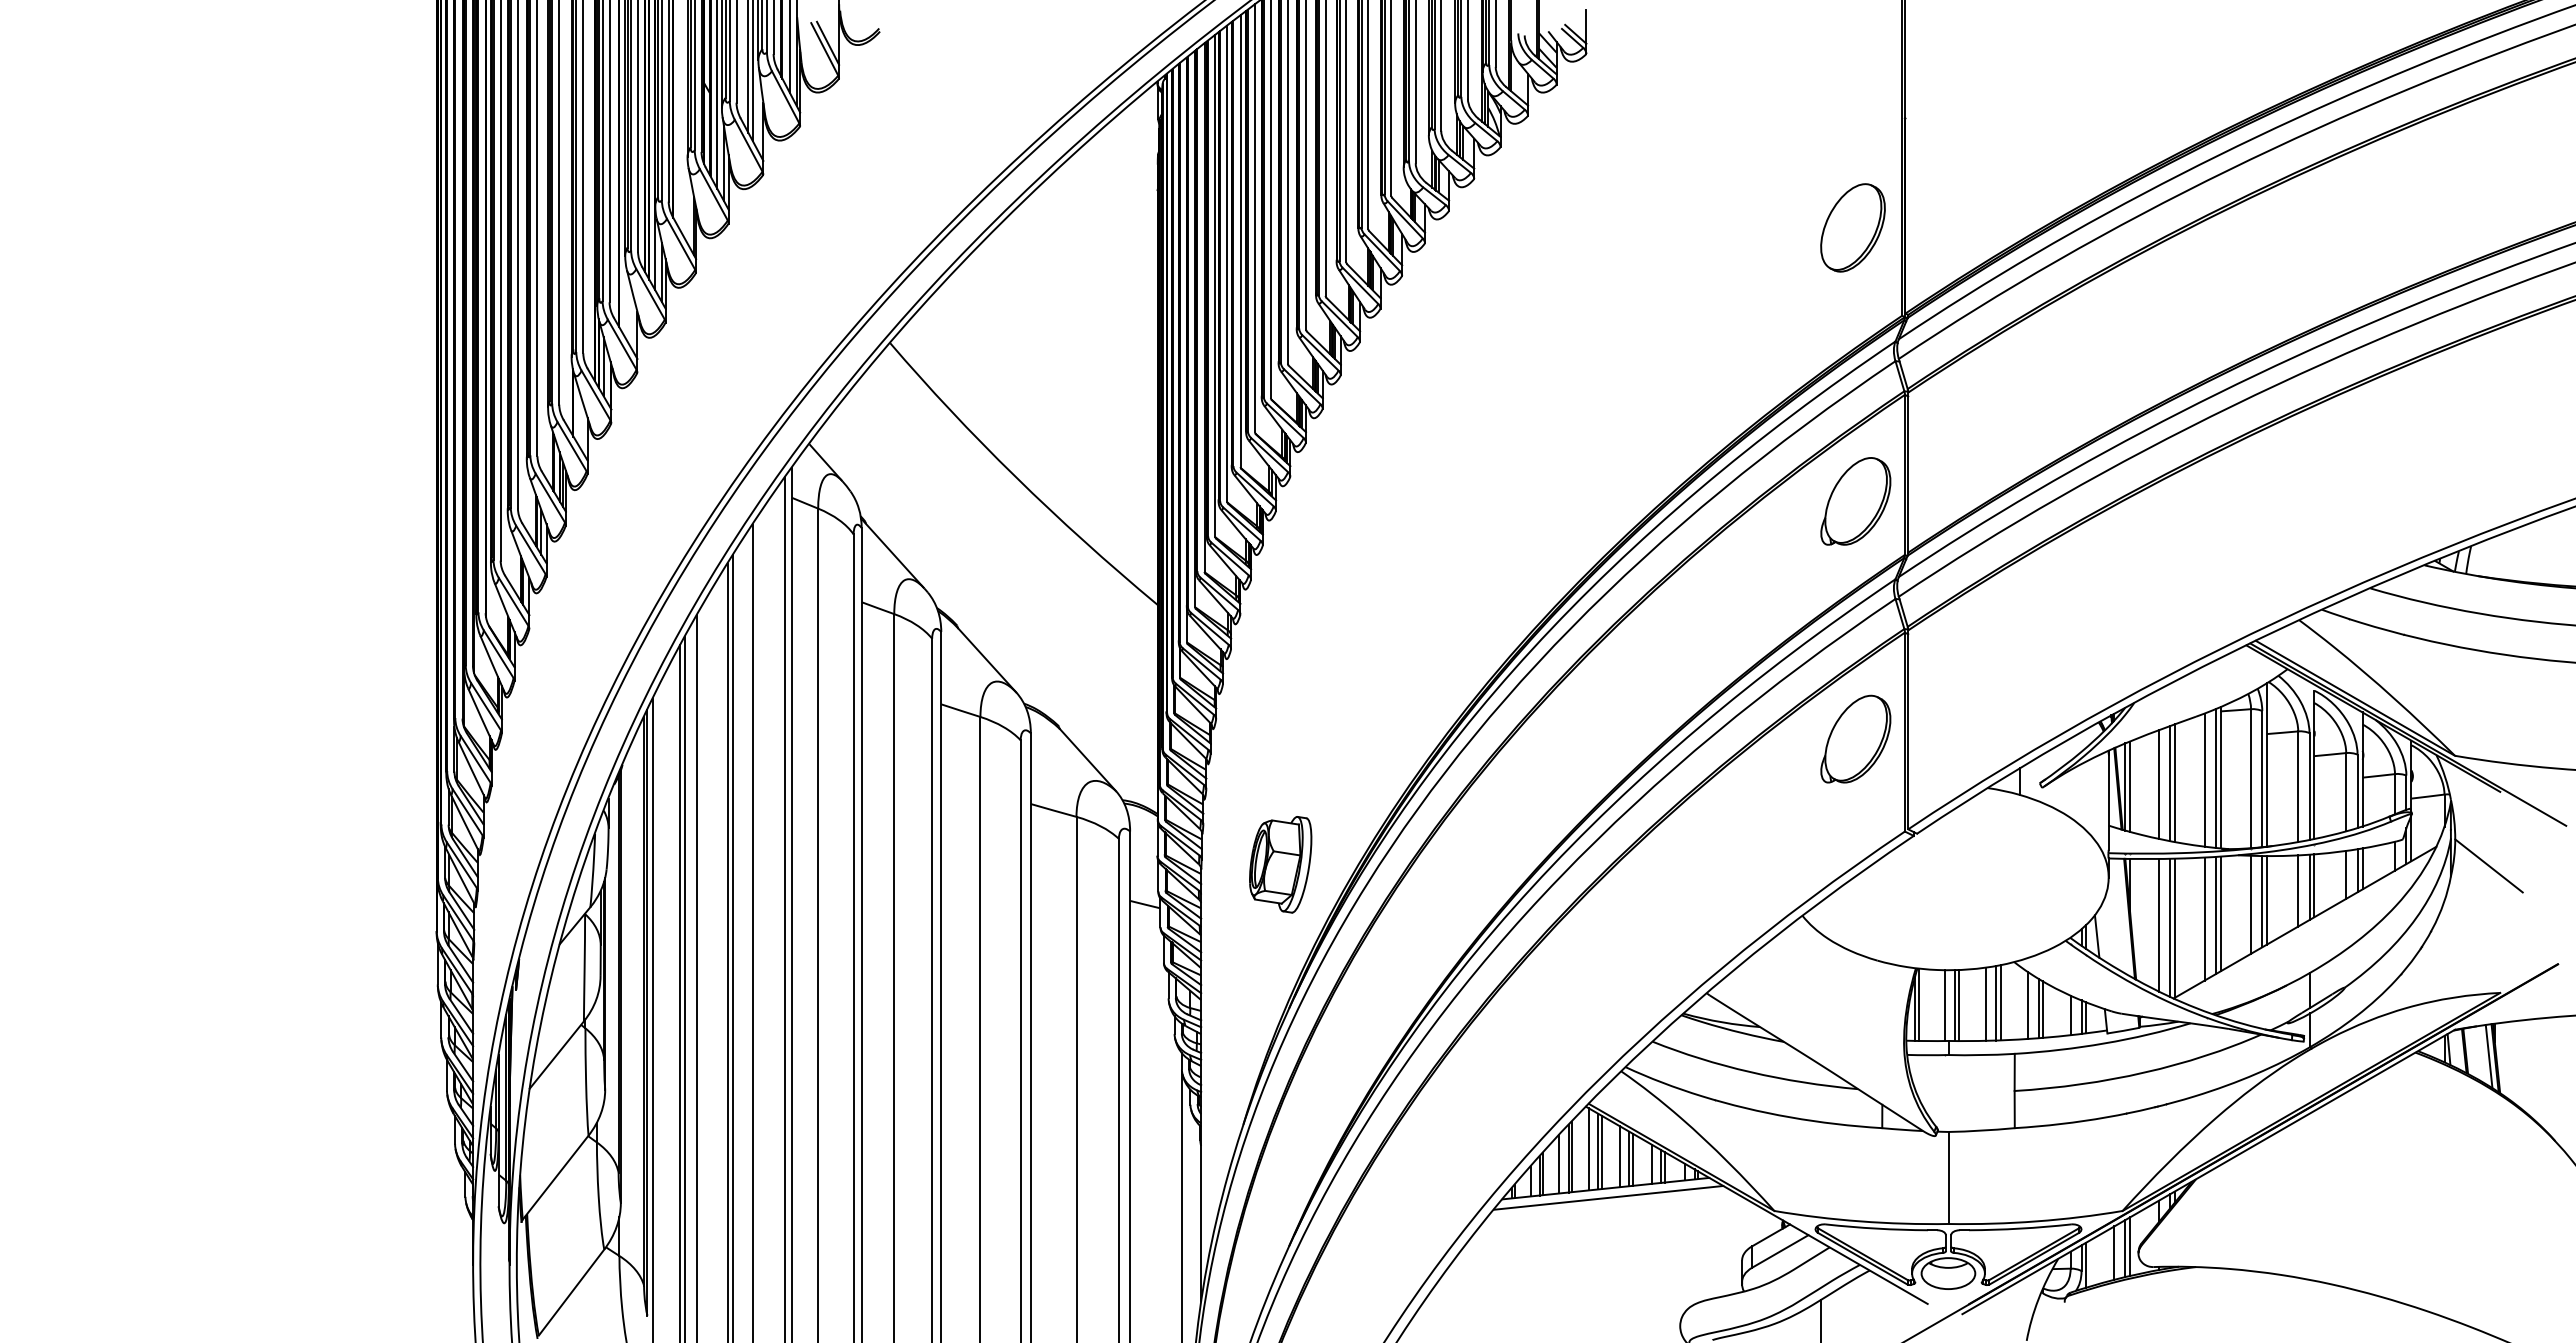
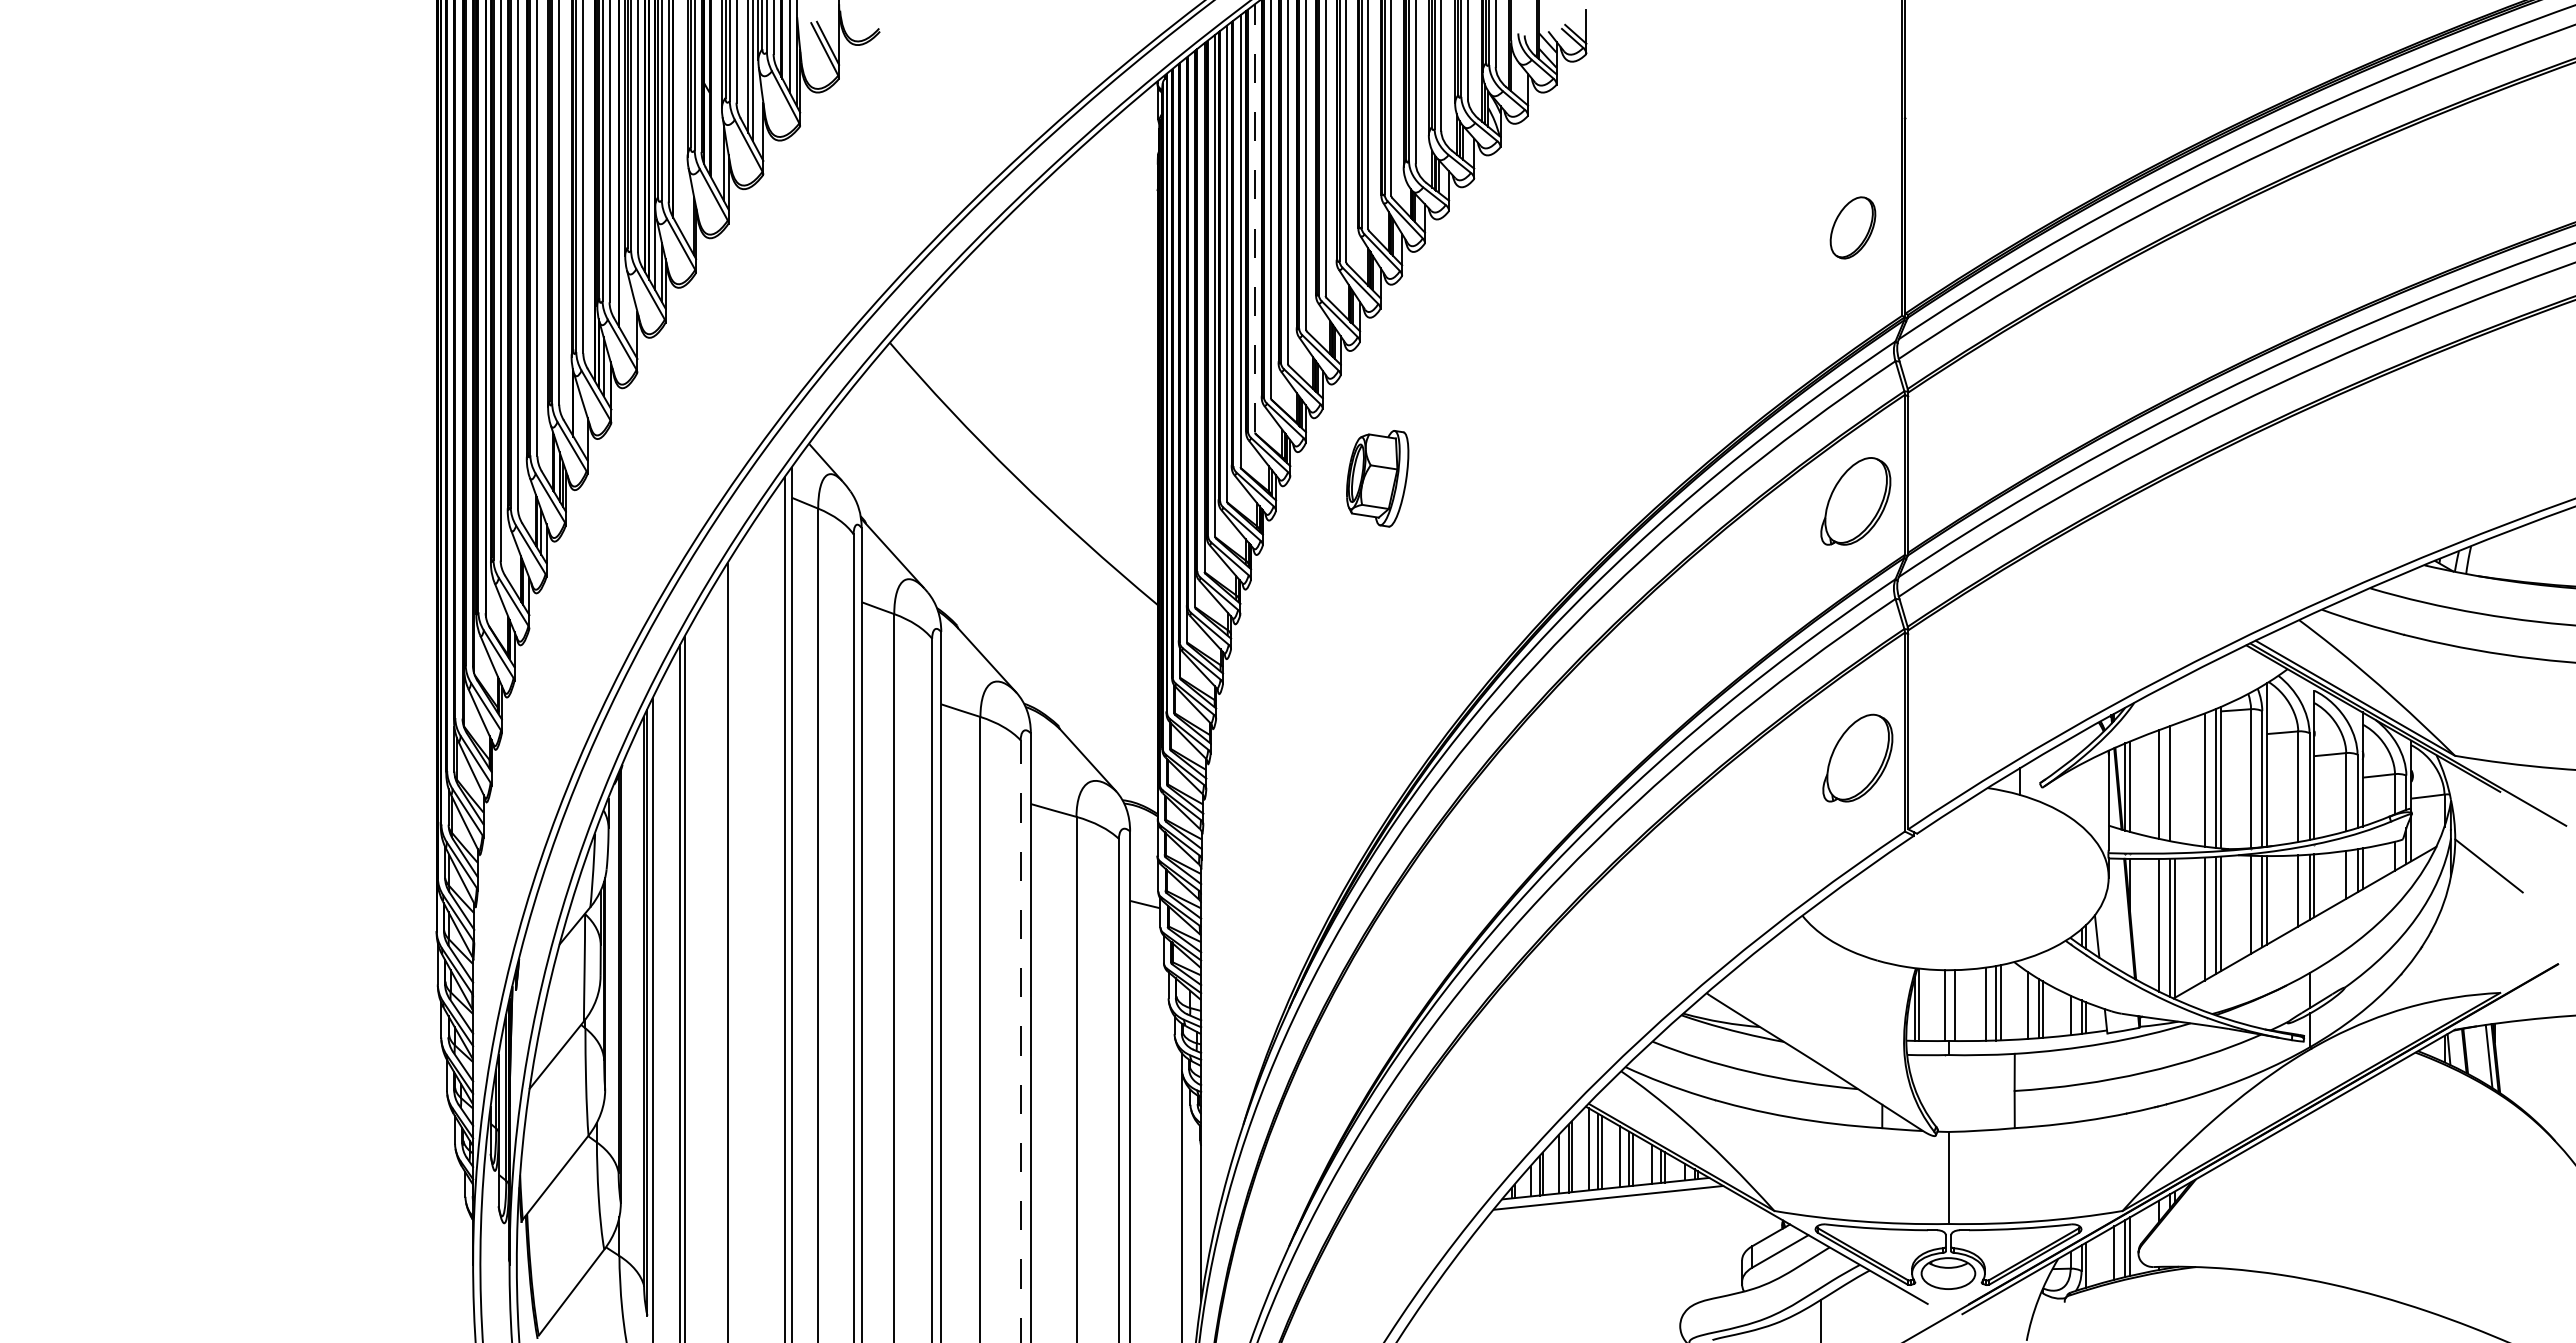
line at (717, 95): present -> none
line at (1255, 217): solid -> dashed
part at (1852, 227) size: 66x90 px -> 48x64 px
part at (1855, 738) position: (1855, 738) -> (1857, 757)
line at (2174, 783): present -> none
part at (1280, 864) position: (1280, 864) -> (1377, 478)
line at (752, 932): present -> none
line at (733, 947): present -> none
line at (697, 977): present -> none
line at (1959, 1005): present -> none
line at (1020, 1041): solid -> dashed
